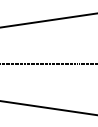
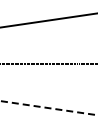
line at (49, 108): solid -> dashed
